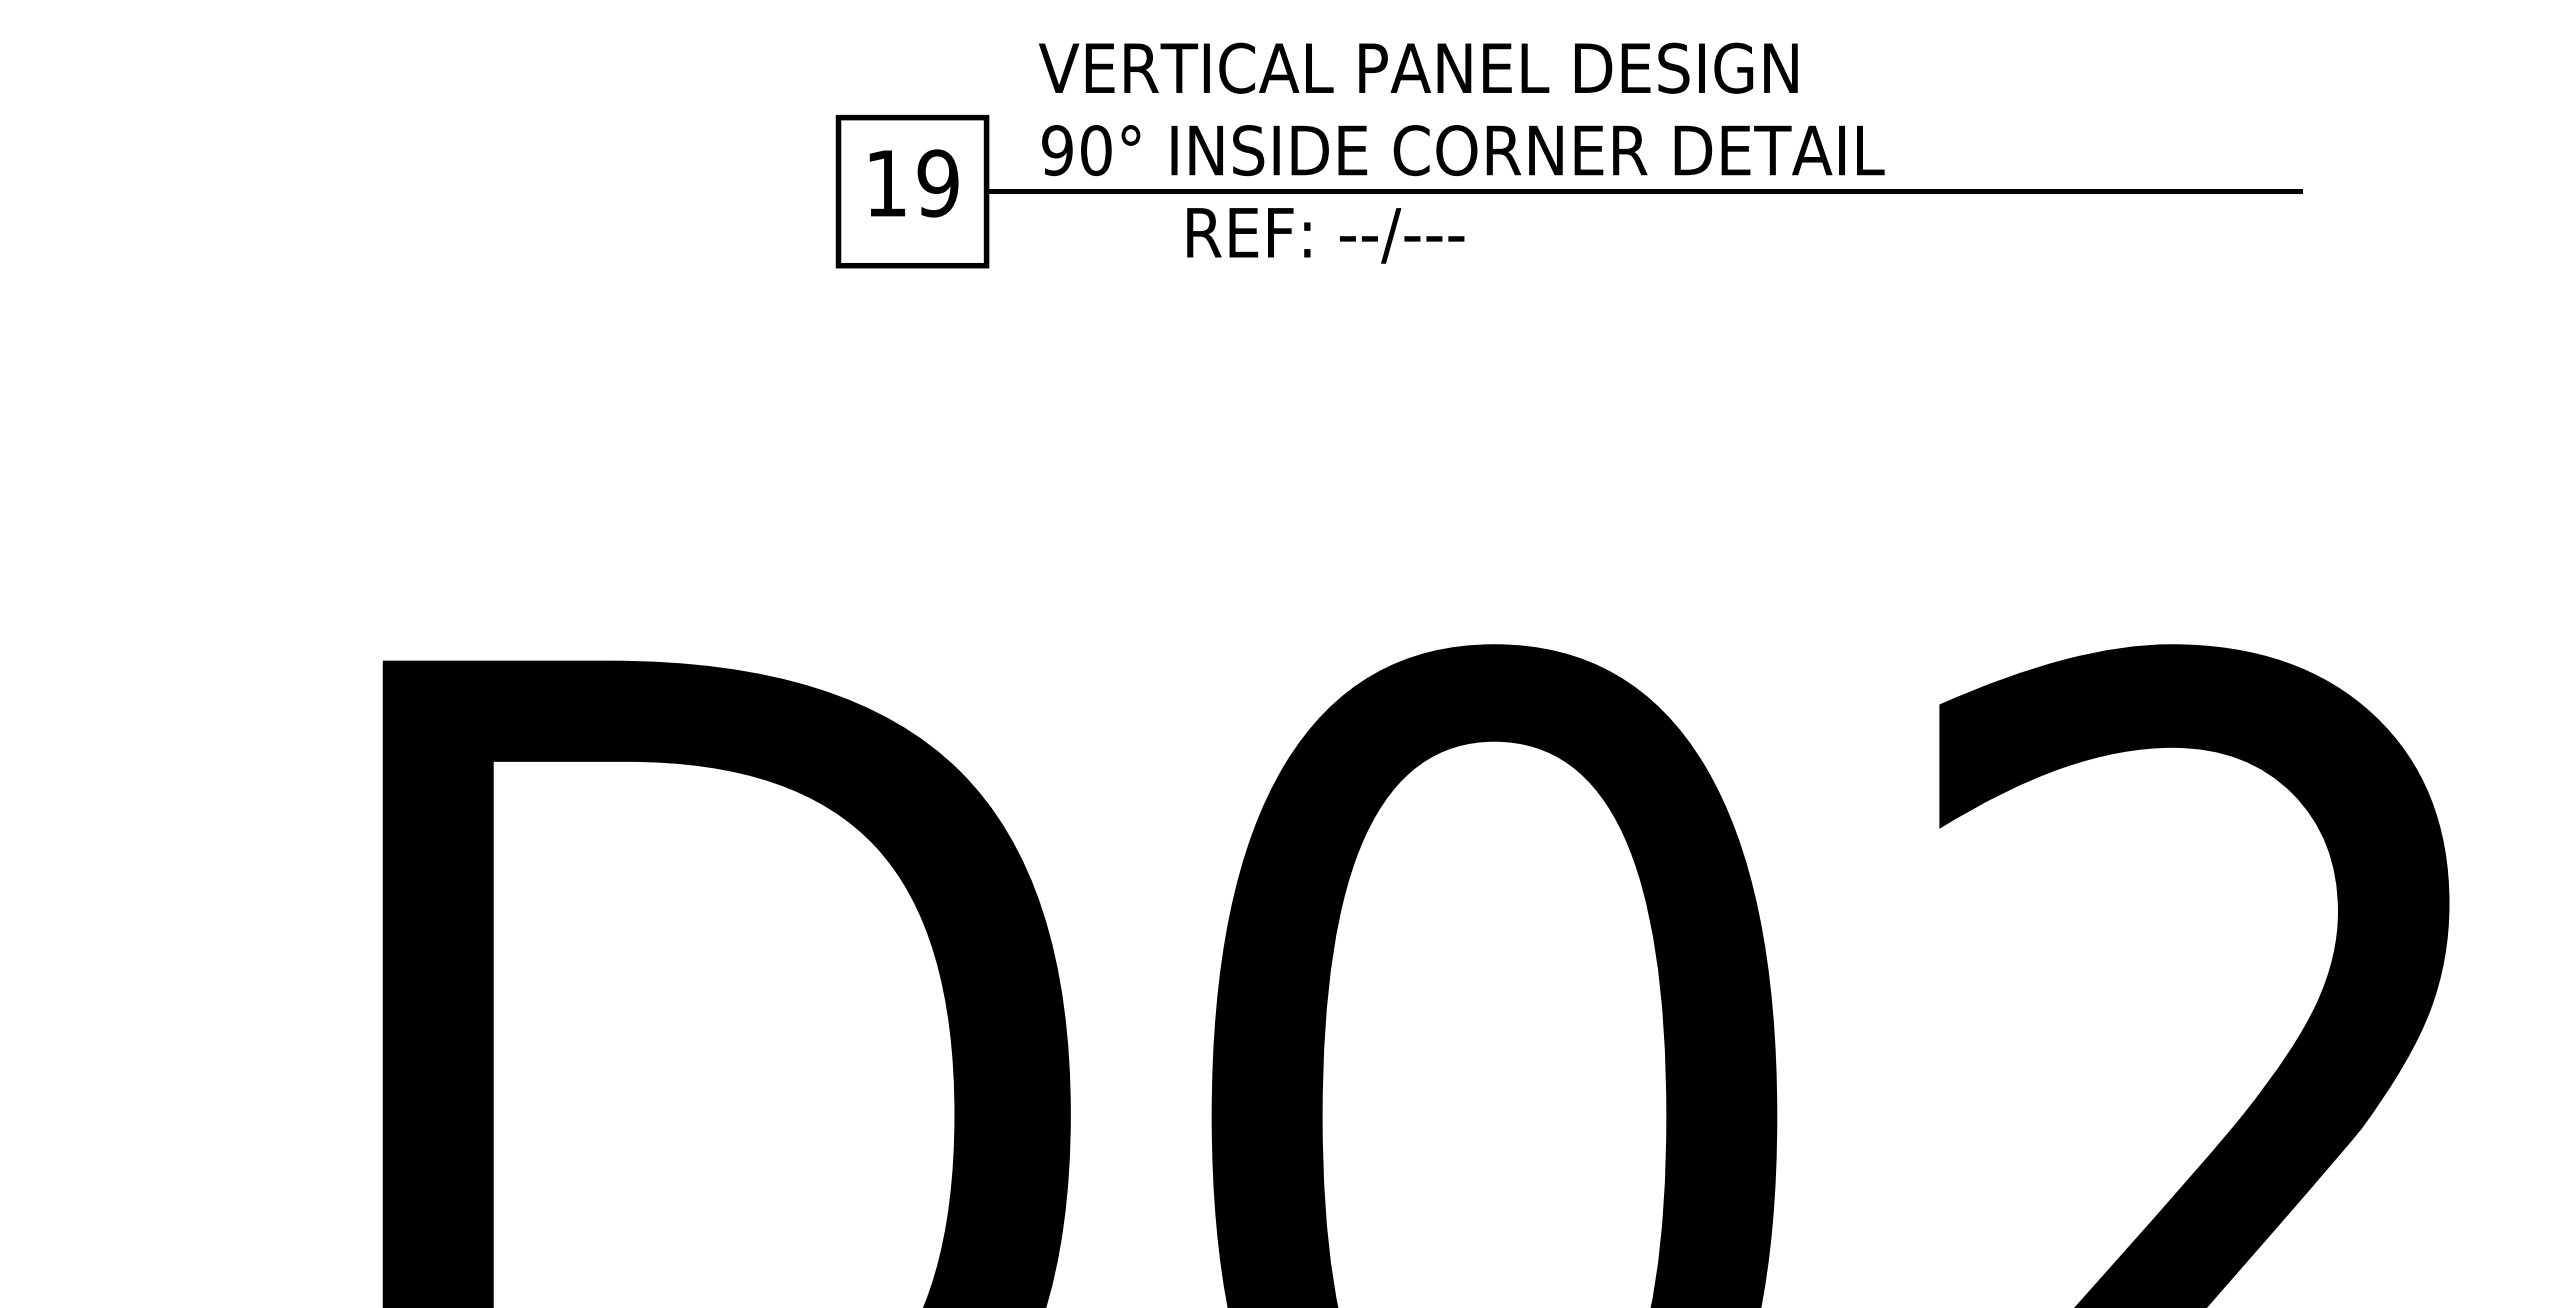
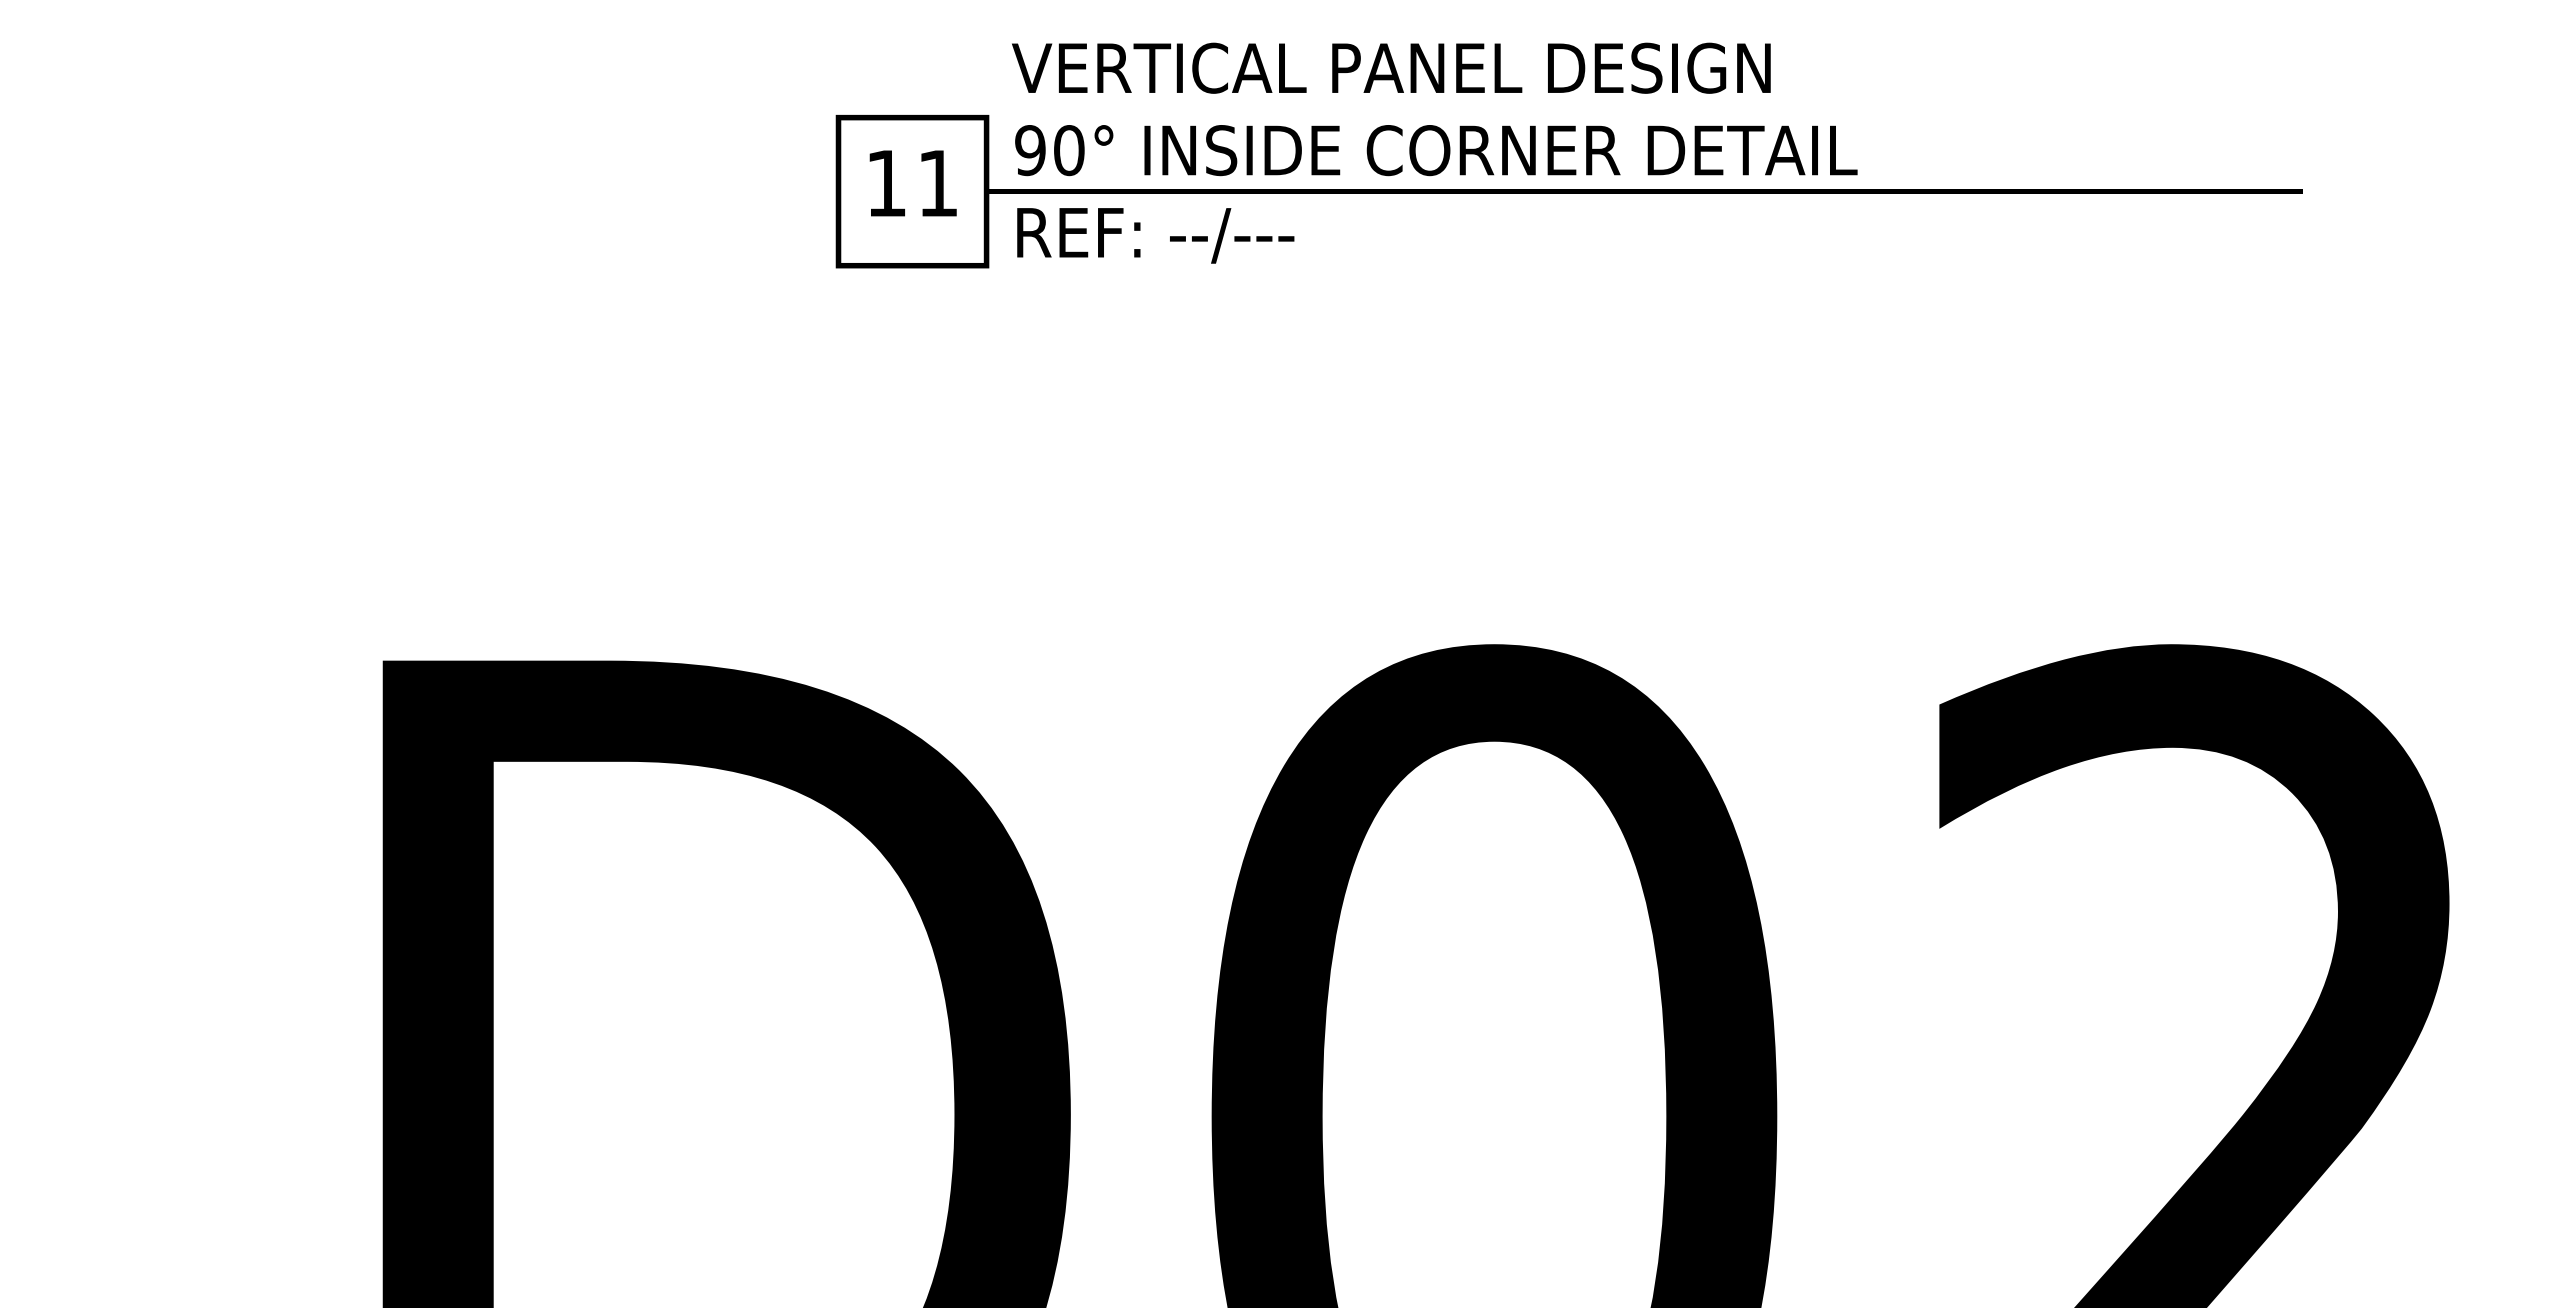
text at (1461, 109) position: (1461, 109) -> (1434, 109)
text at (937, 183): 19 -> 11
text at (1325, 235) position: (1325, 235) -> (1155, 235)
